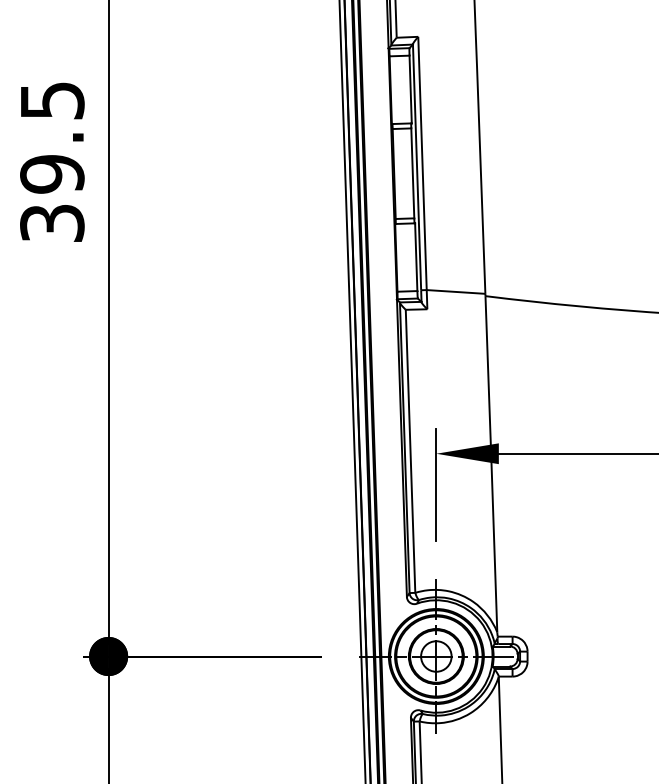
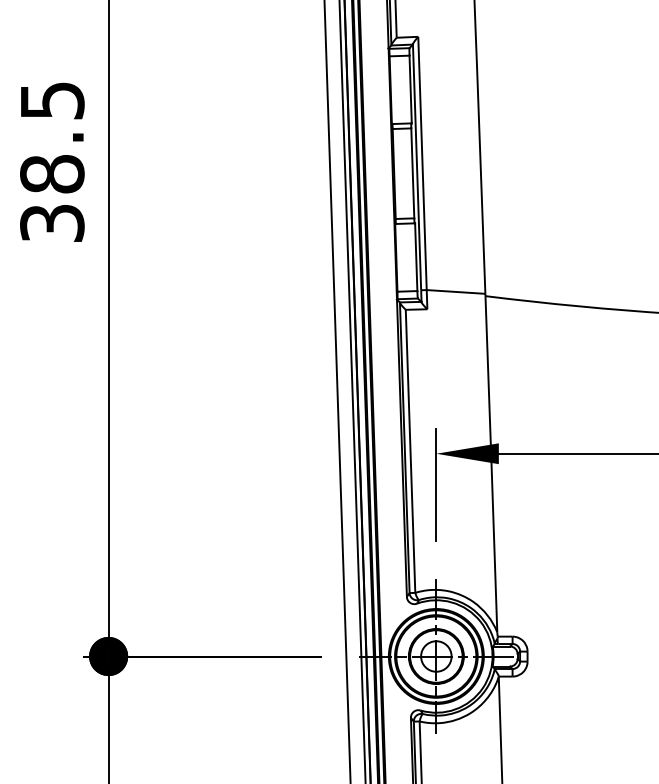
text at (52, 174): 39.5 -> 38.5
line at (337, 391): none -> present
